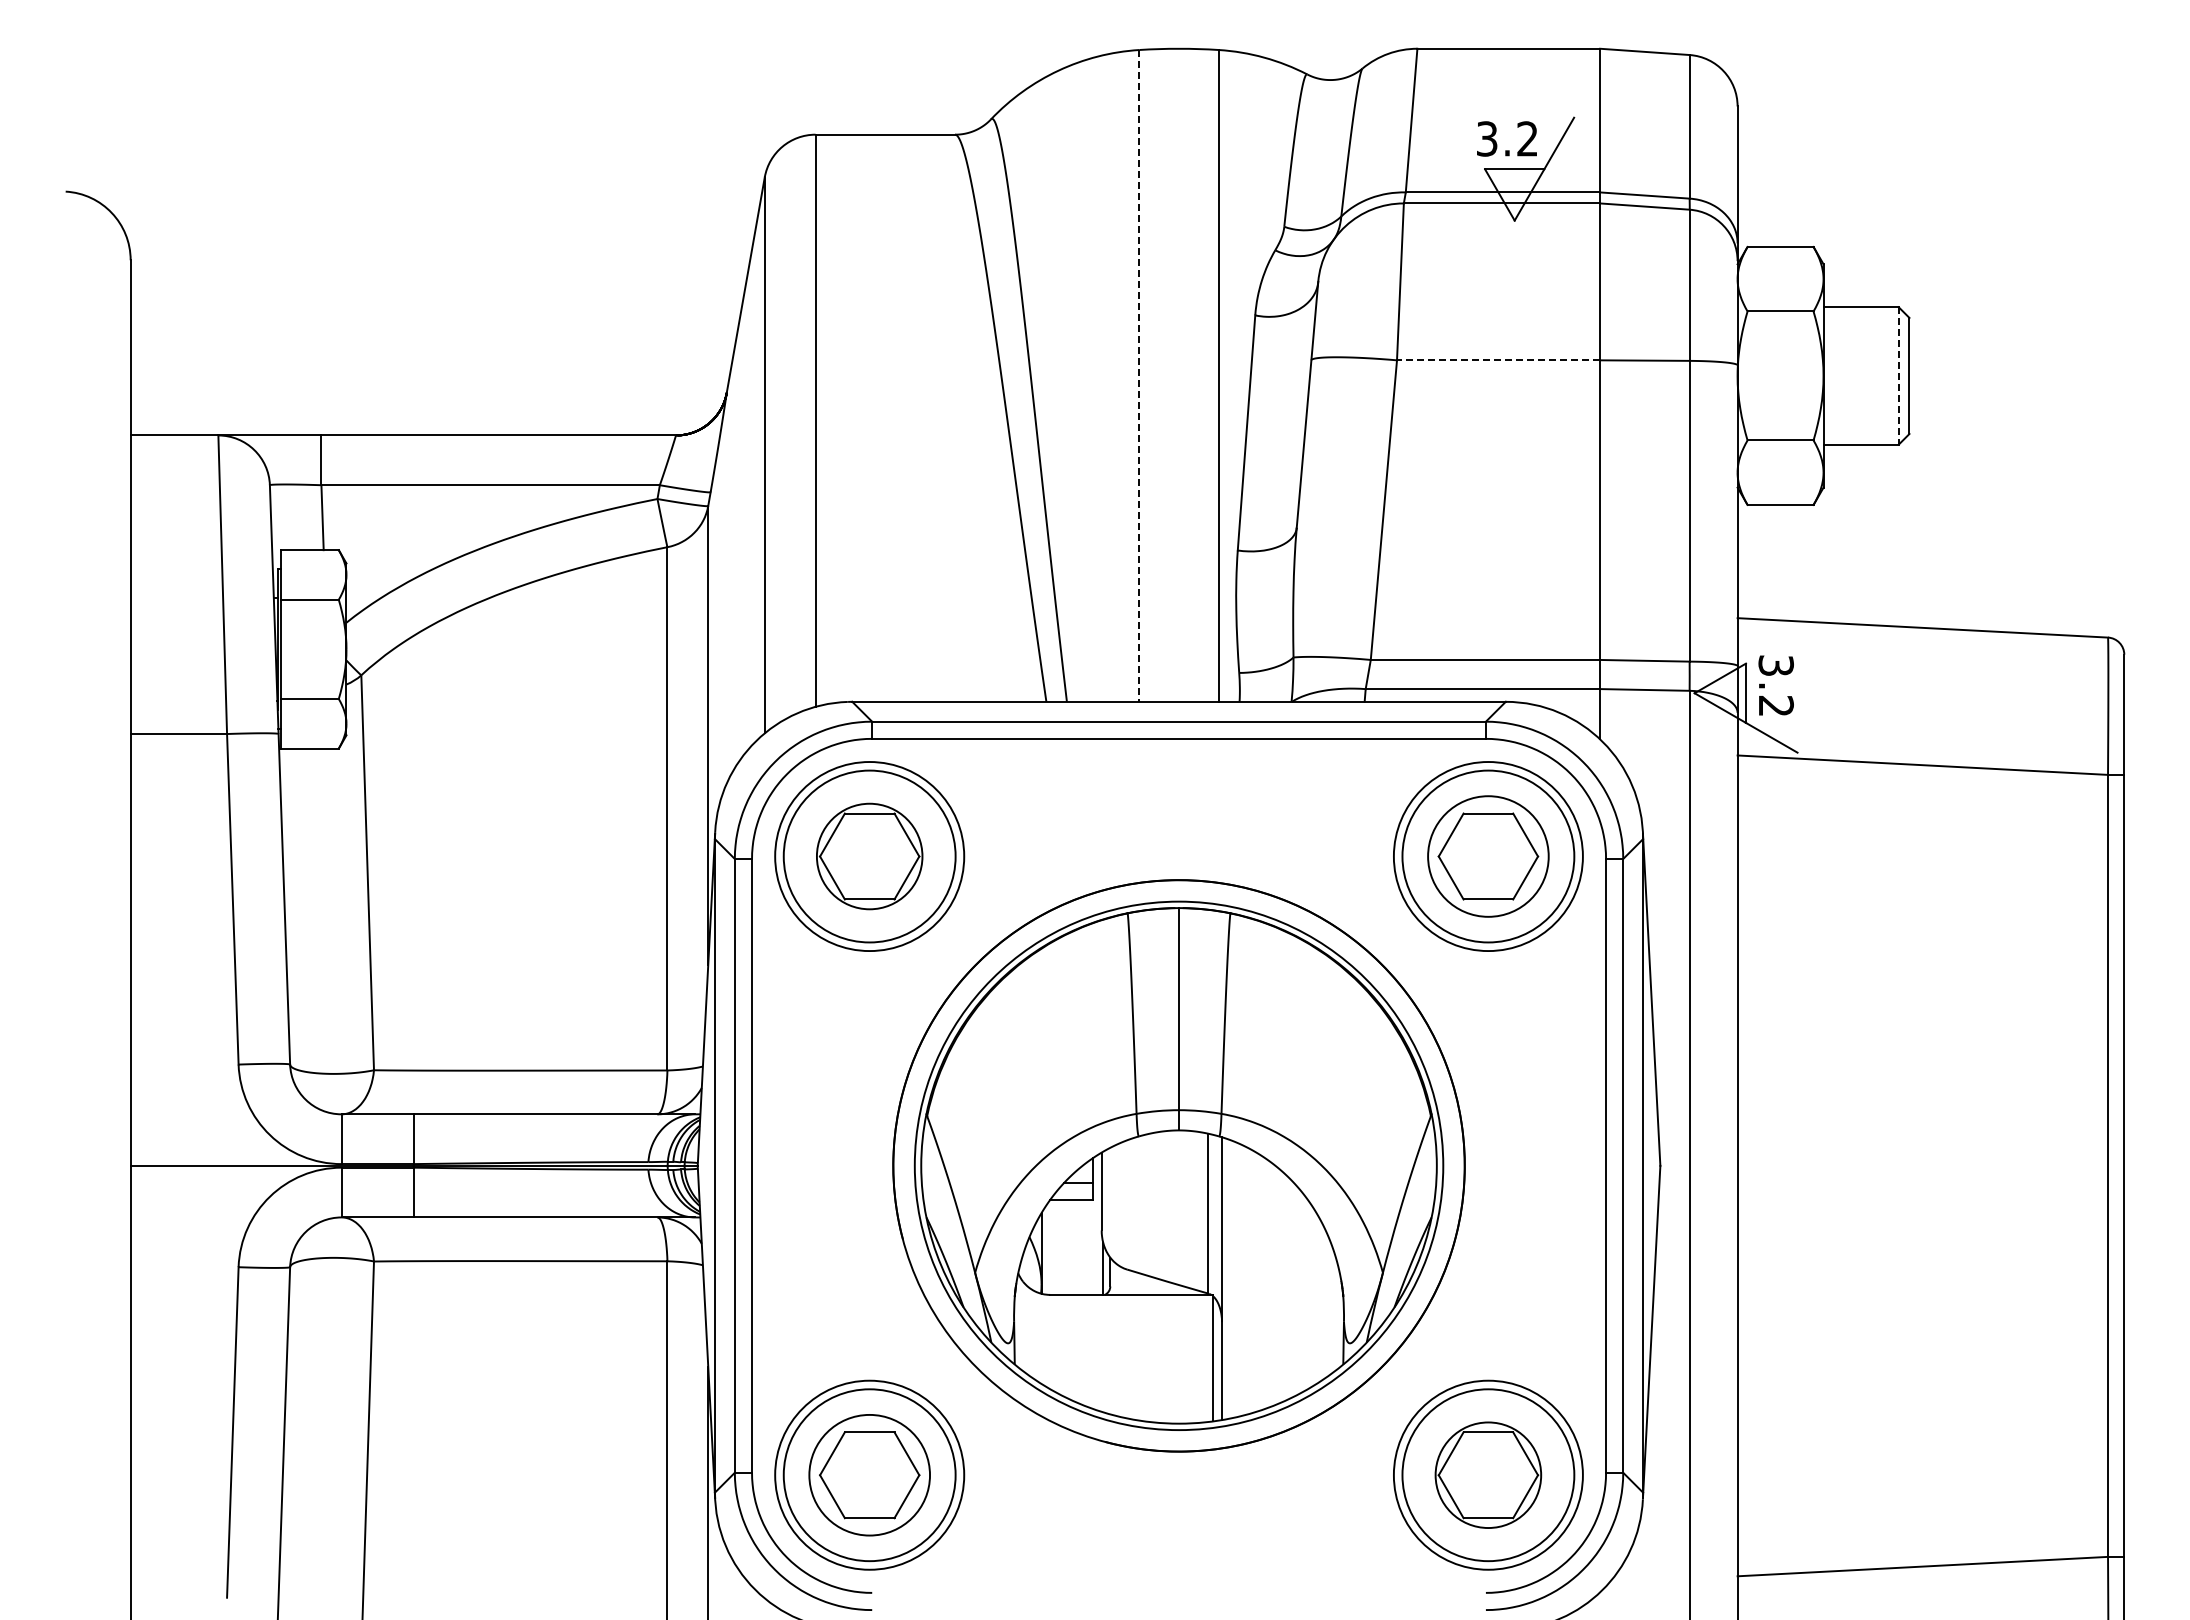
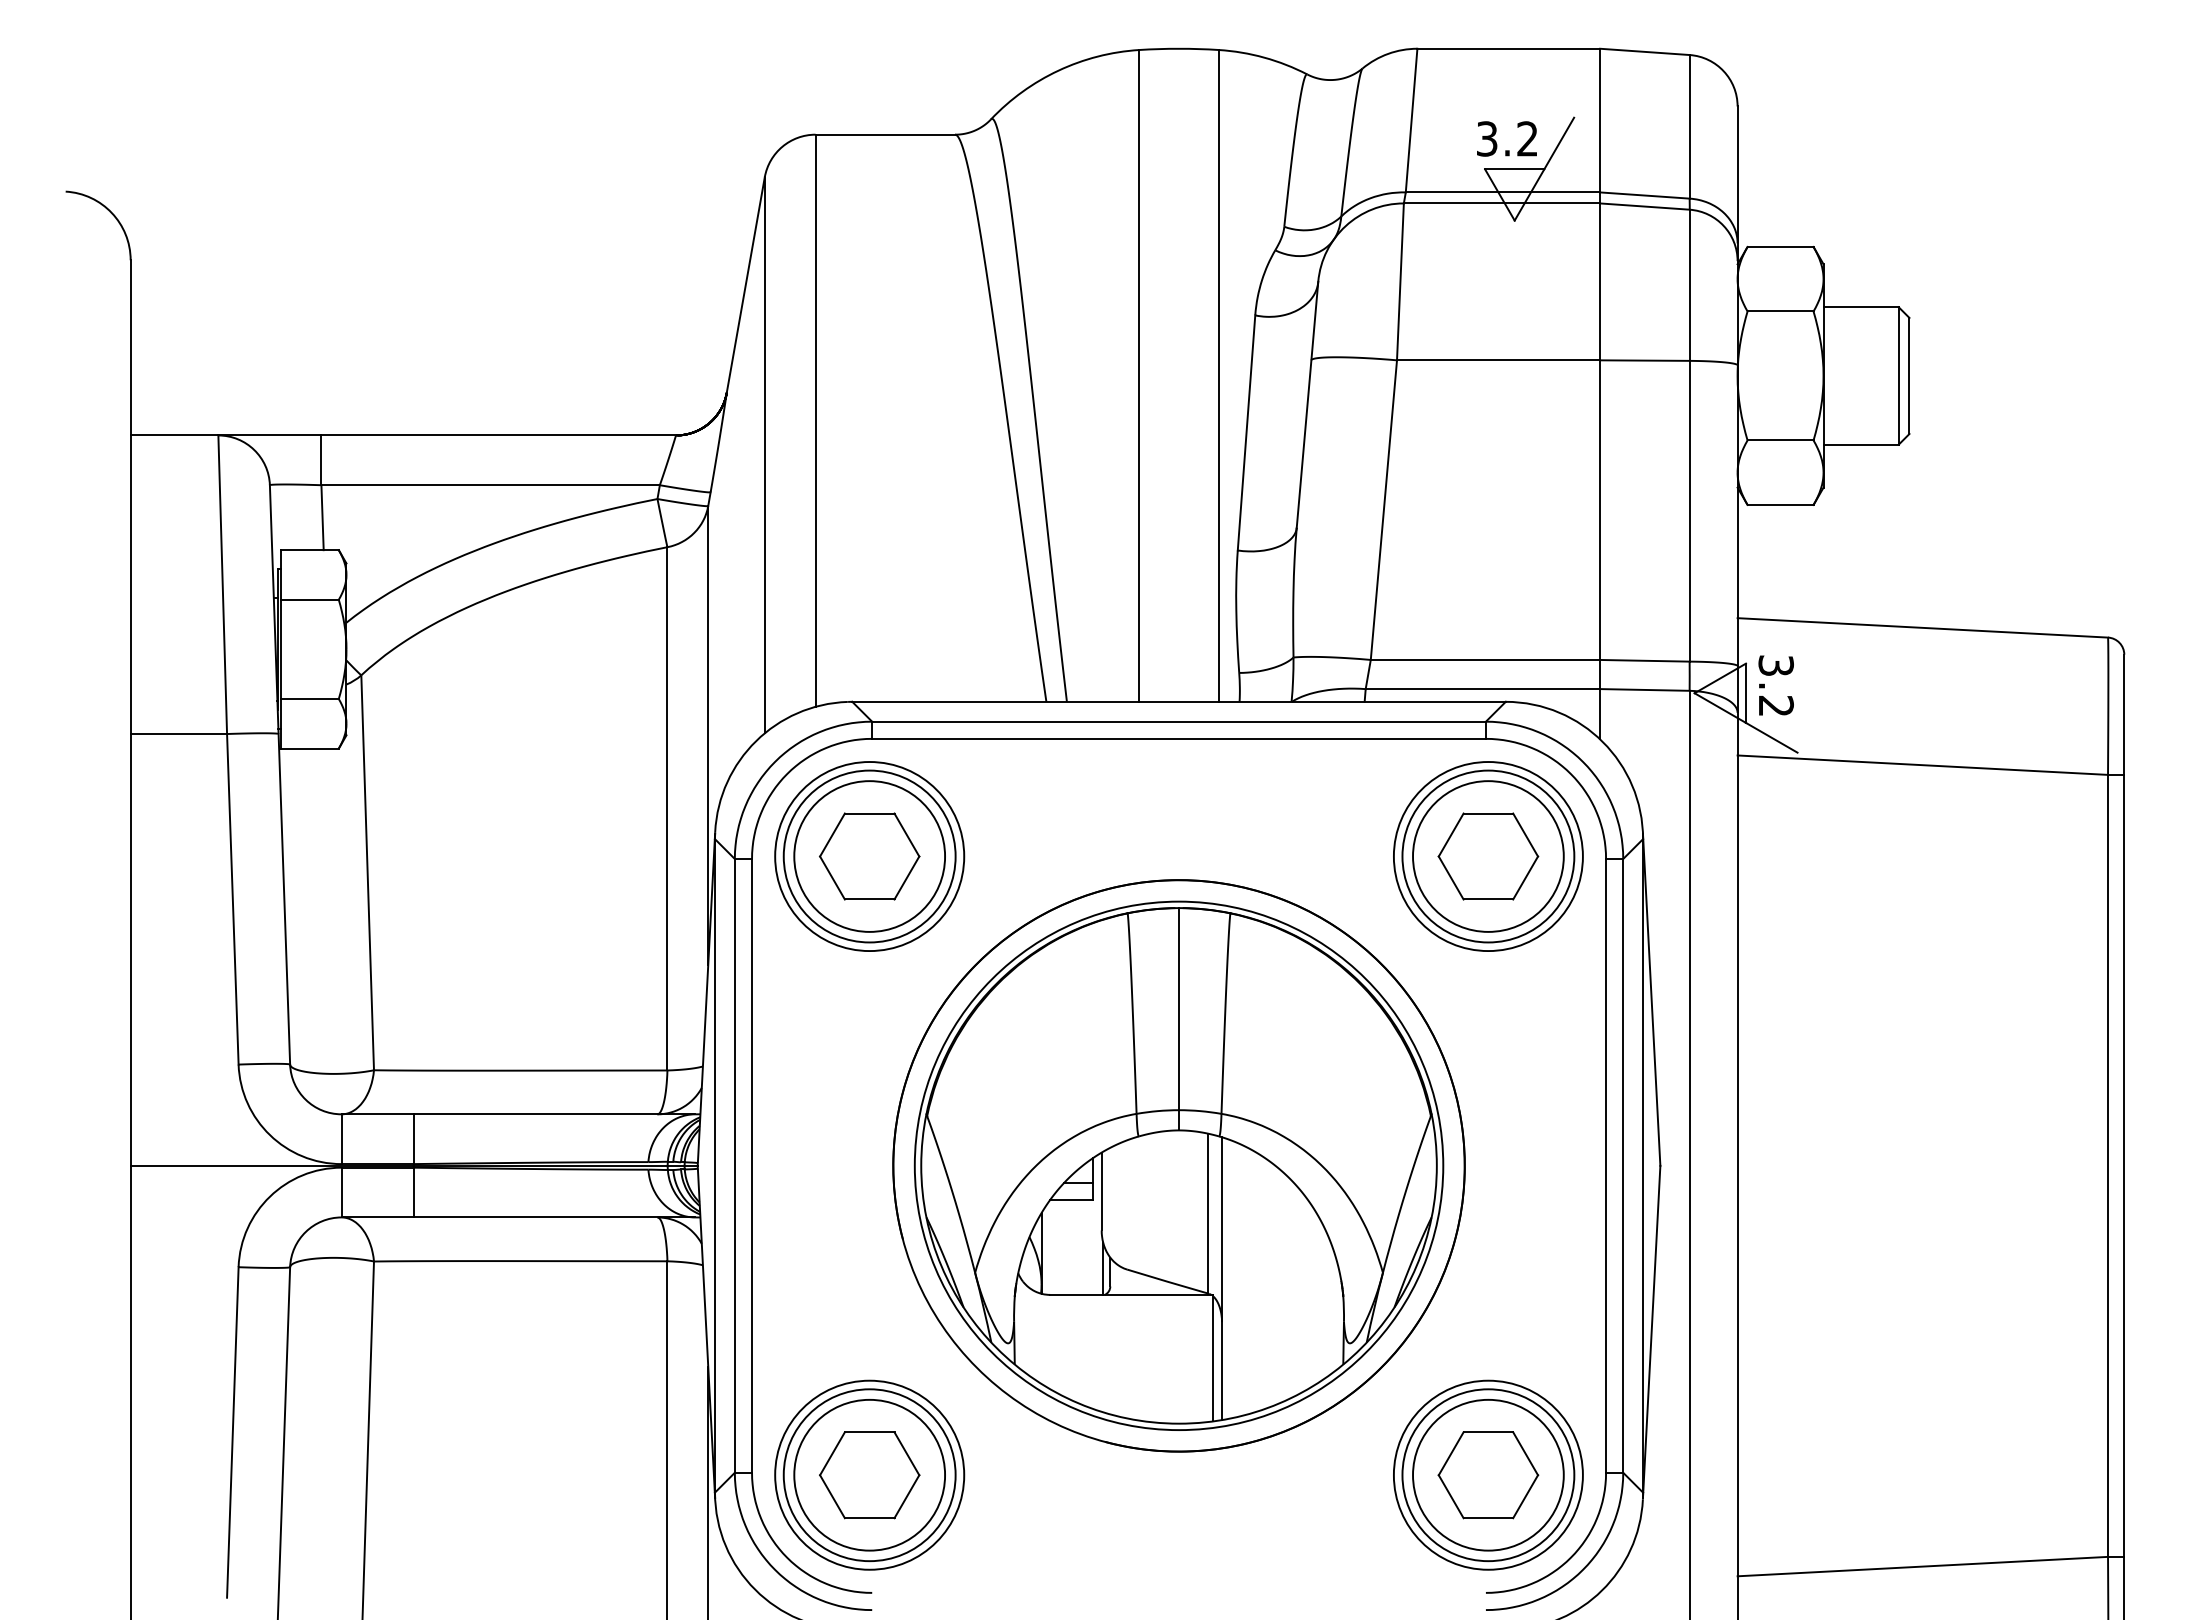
line at (1498, 360): dashed -> solid
line at (1139, 375): dashed -> solid
line at (1898, 375): dashed -> solid
circle at (869, 856) diameter: 106 px -> 151 px
circle at (1488, 856) diameter: 121 px -> 151 px
circle at (869, 1474) diameter: 121 px -> 151 px
circle at (1488, 1475) diameter: 106 px -> 151 px
